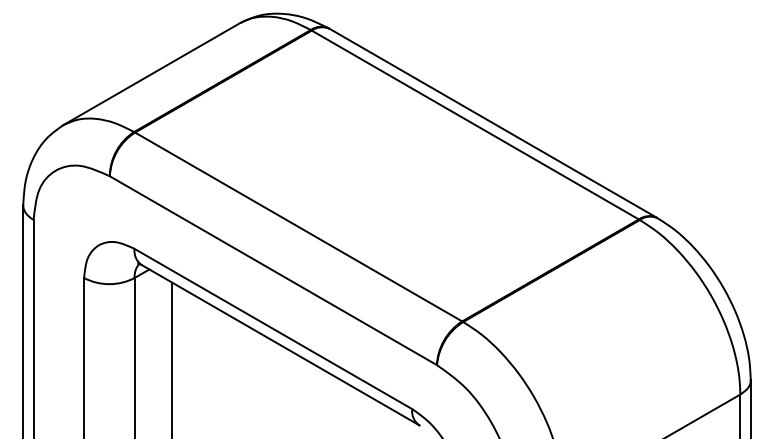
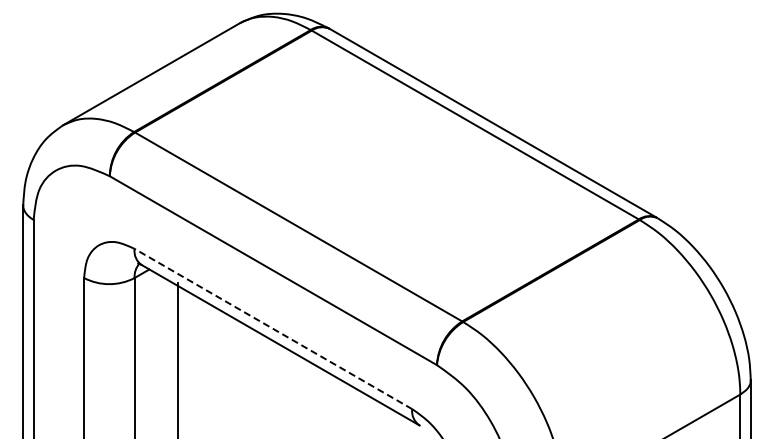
line at (272, 328): solid -> dashed
line at (172, 358) position: (172, 358) -> (178, 358)
